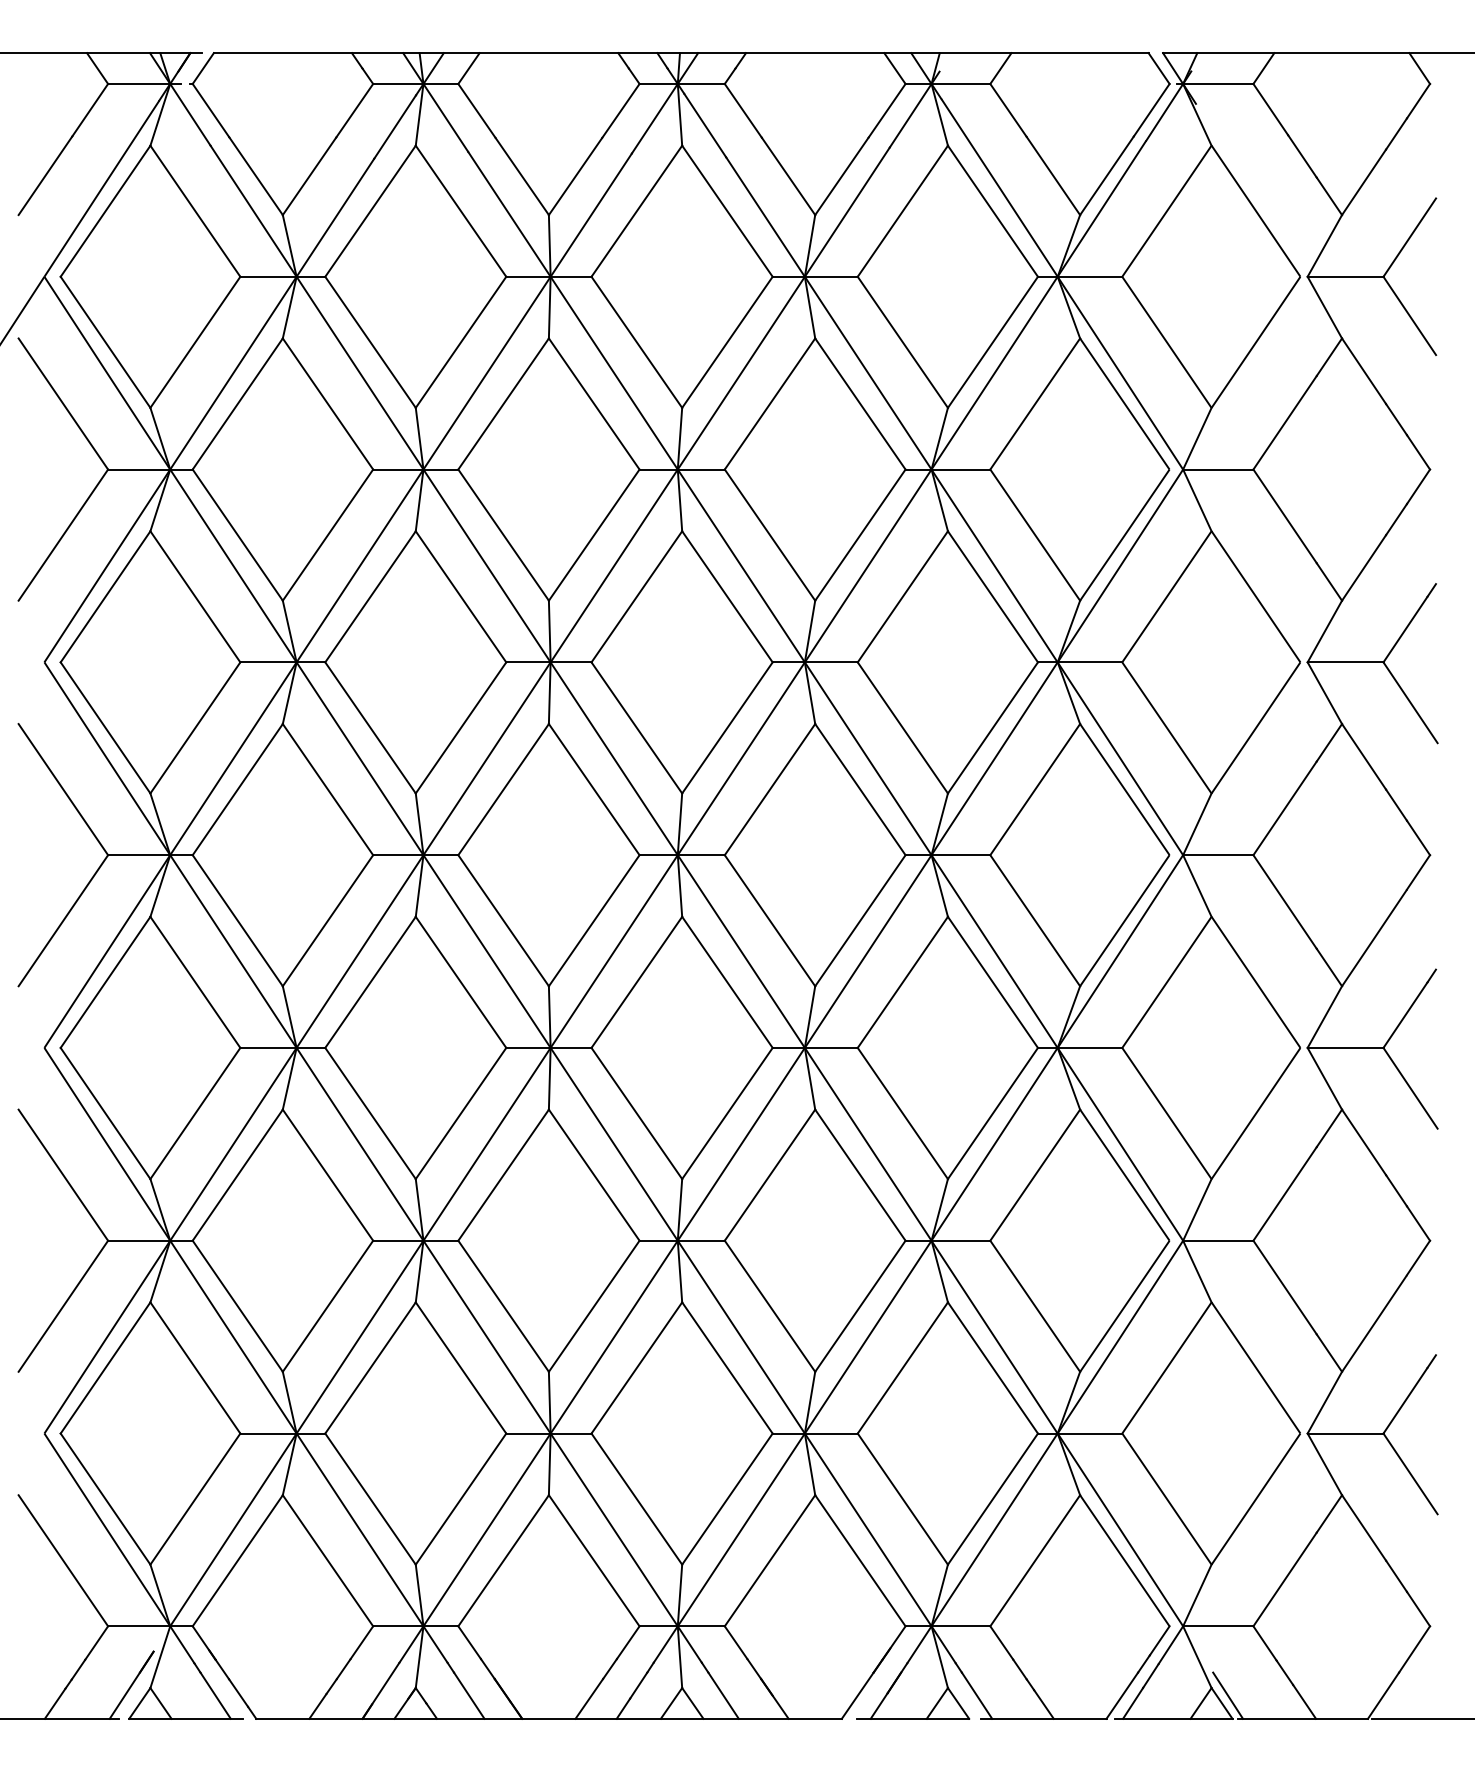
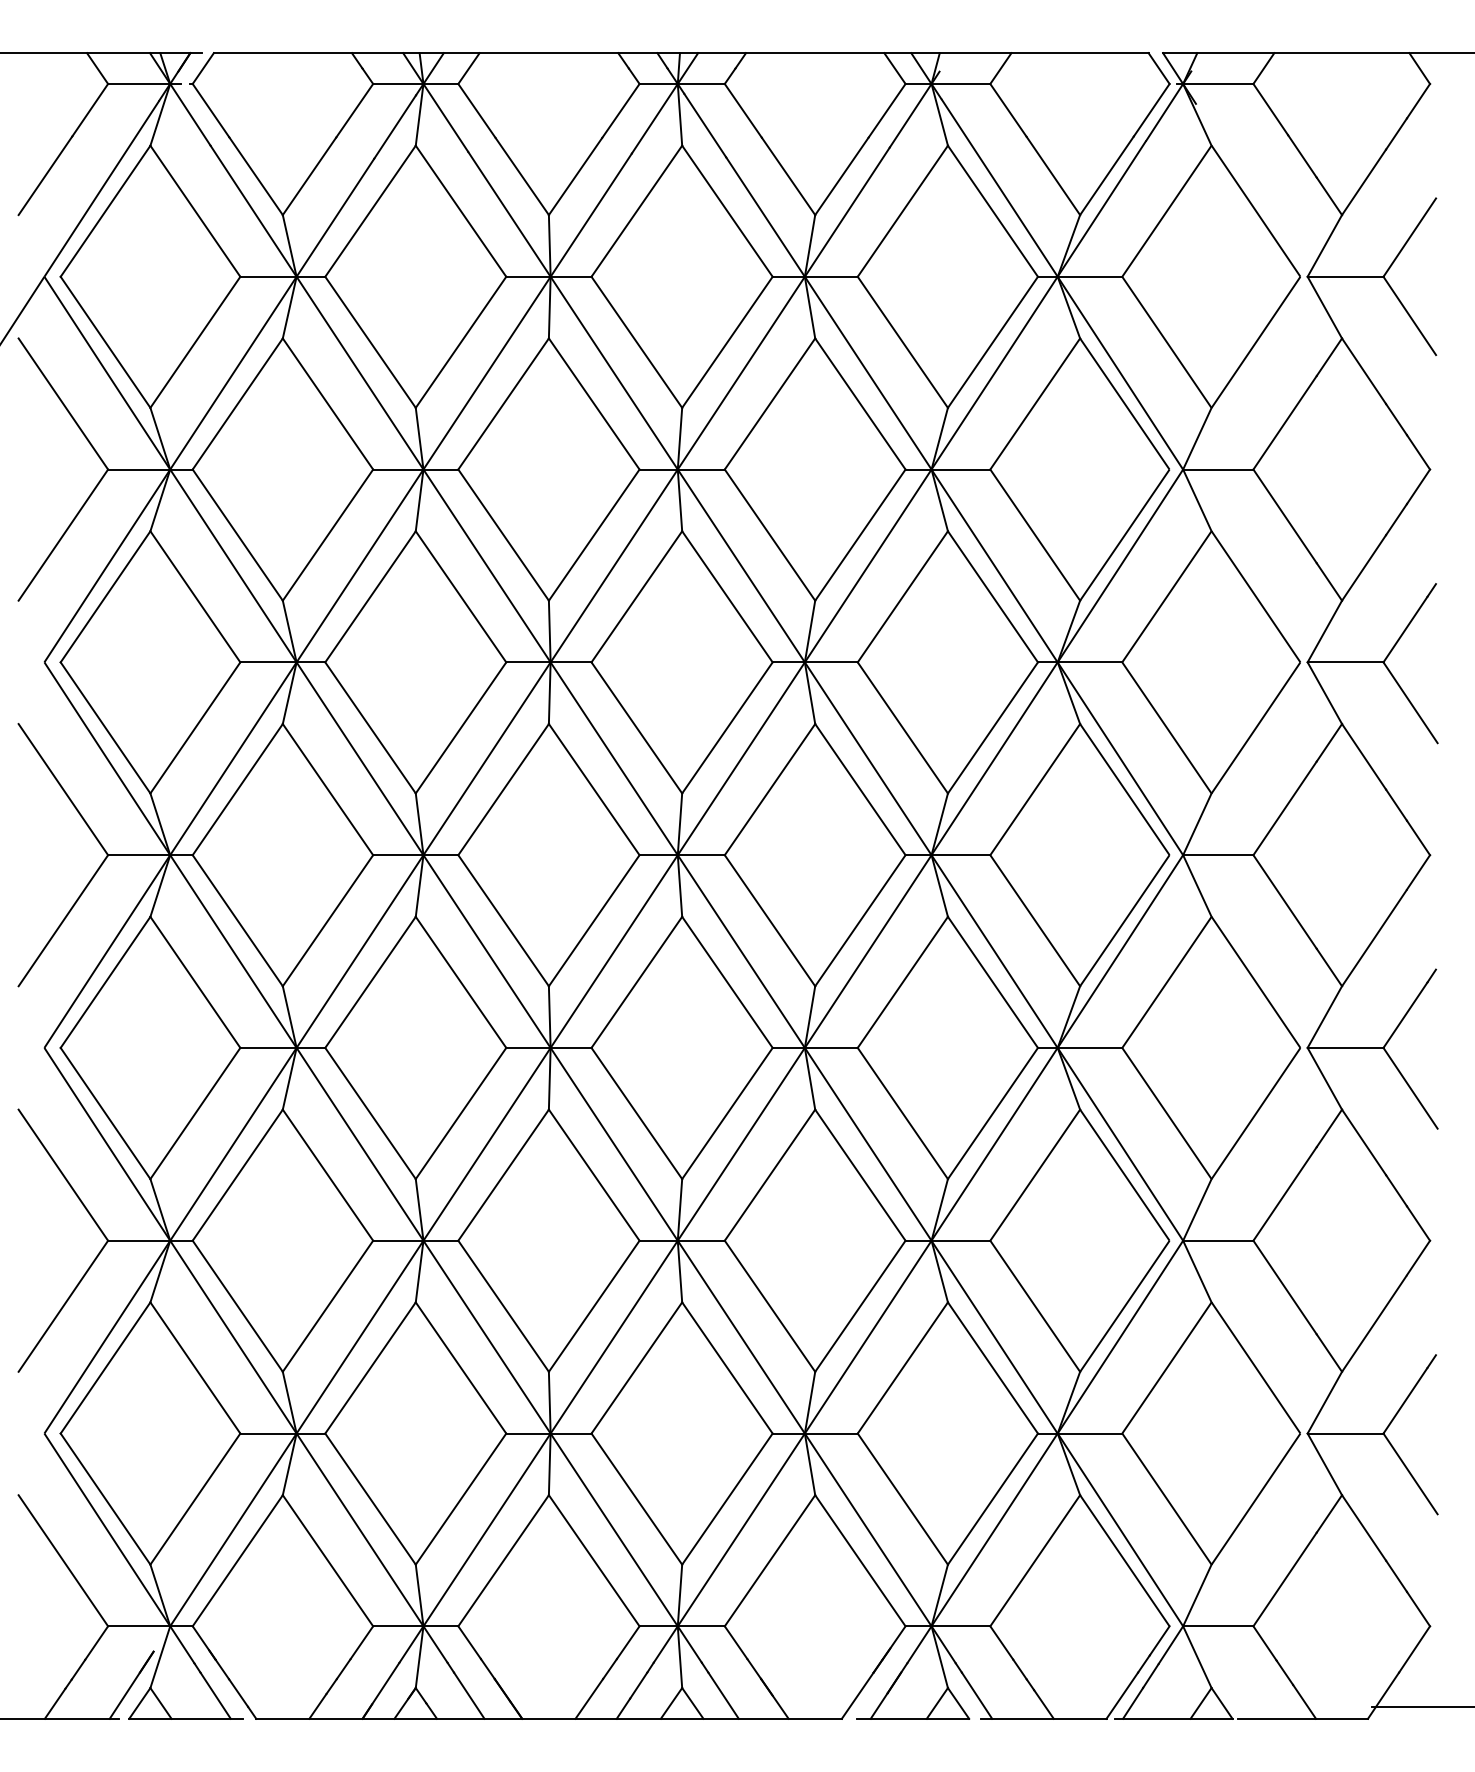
line at (1228, 1695): present -> none
line at (1421, 1718) position: (1421, 1718) -> (1421, 1706)
